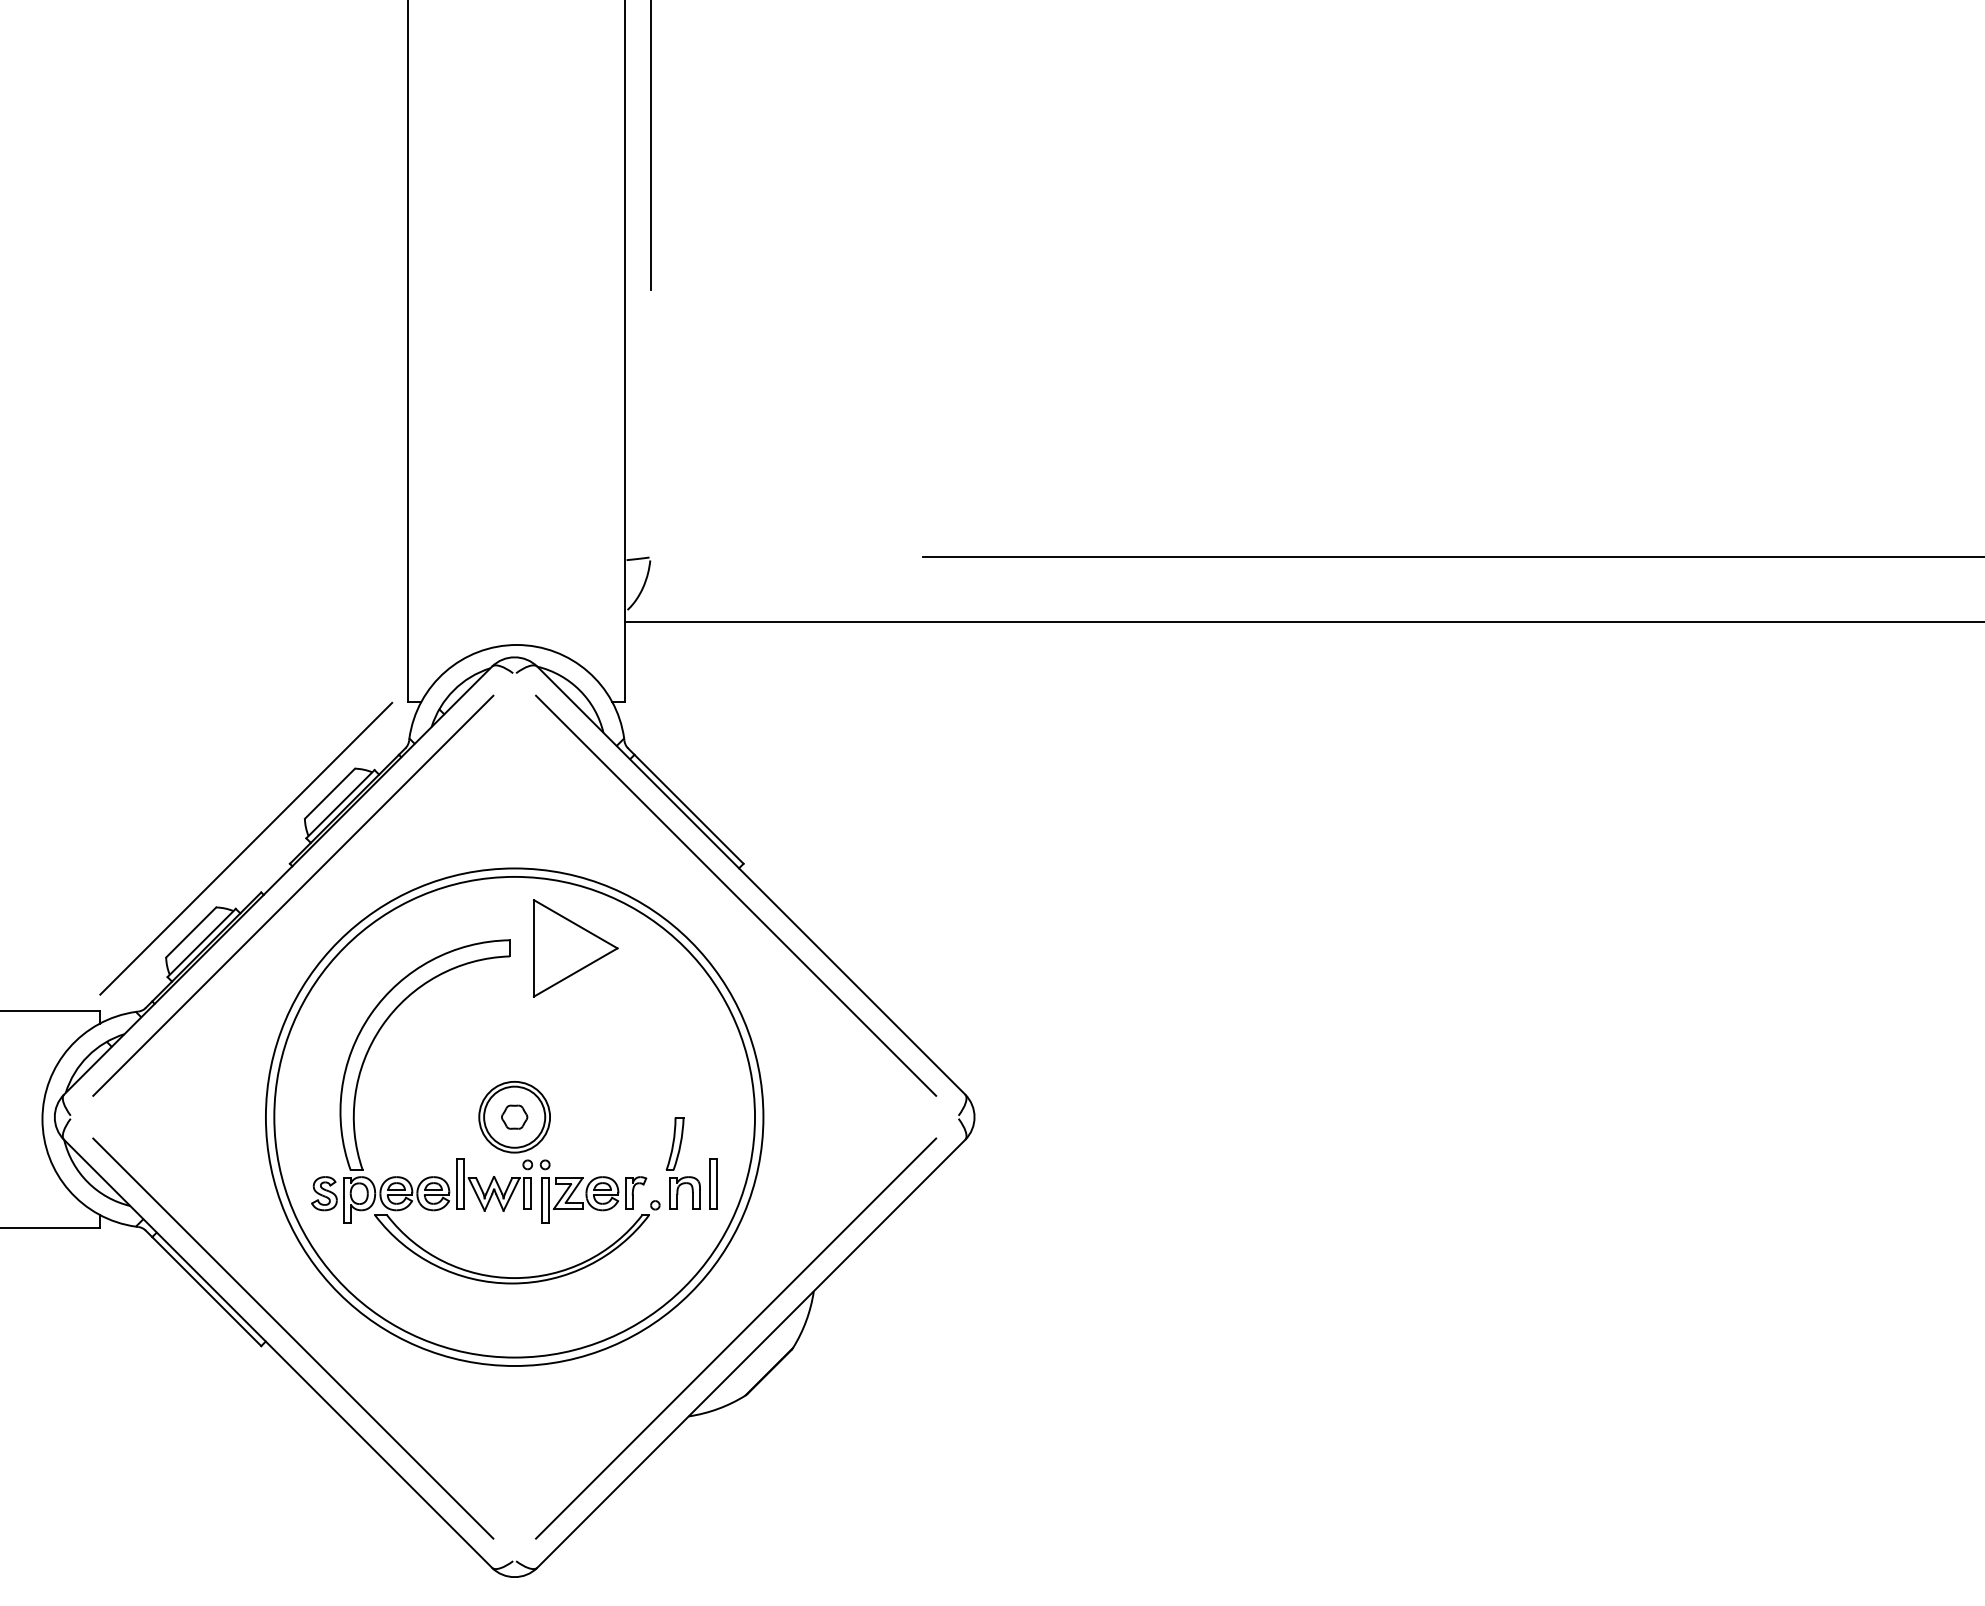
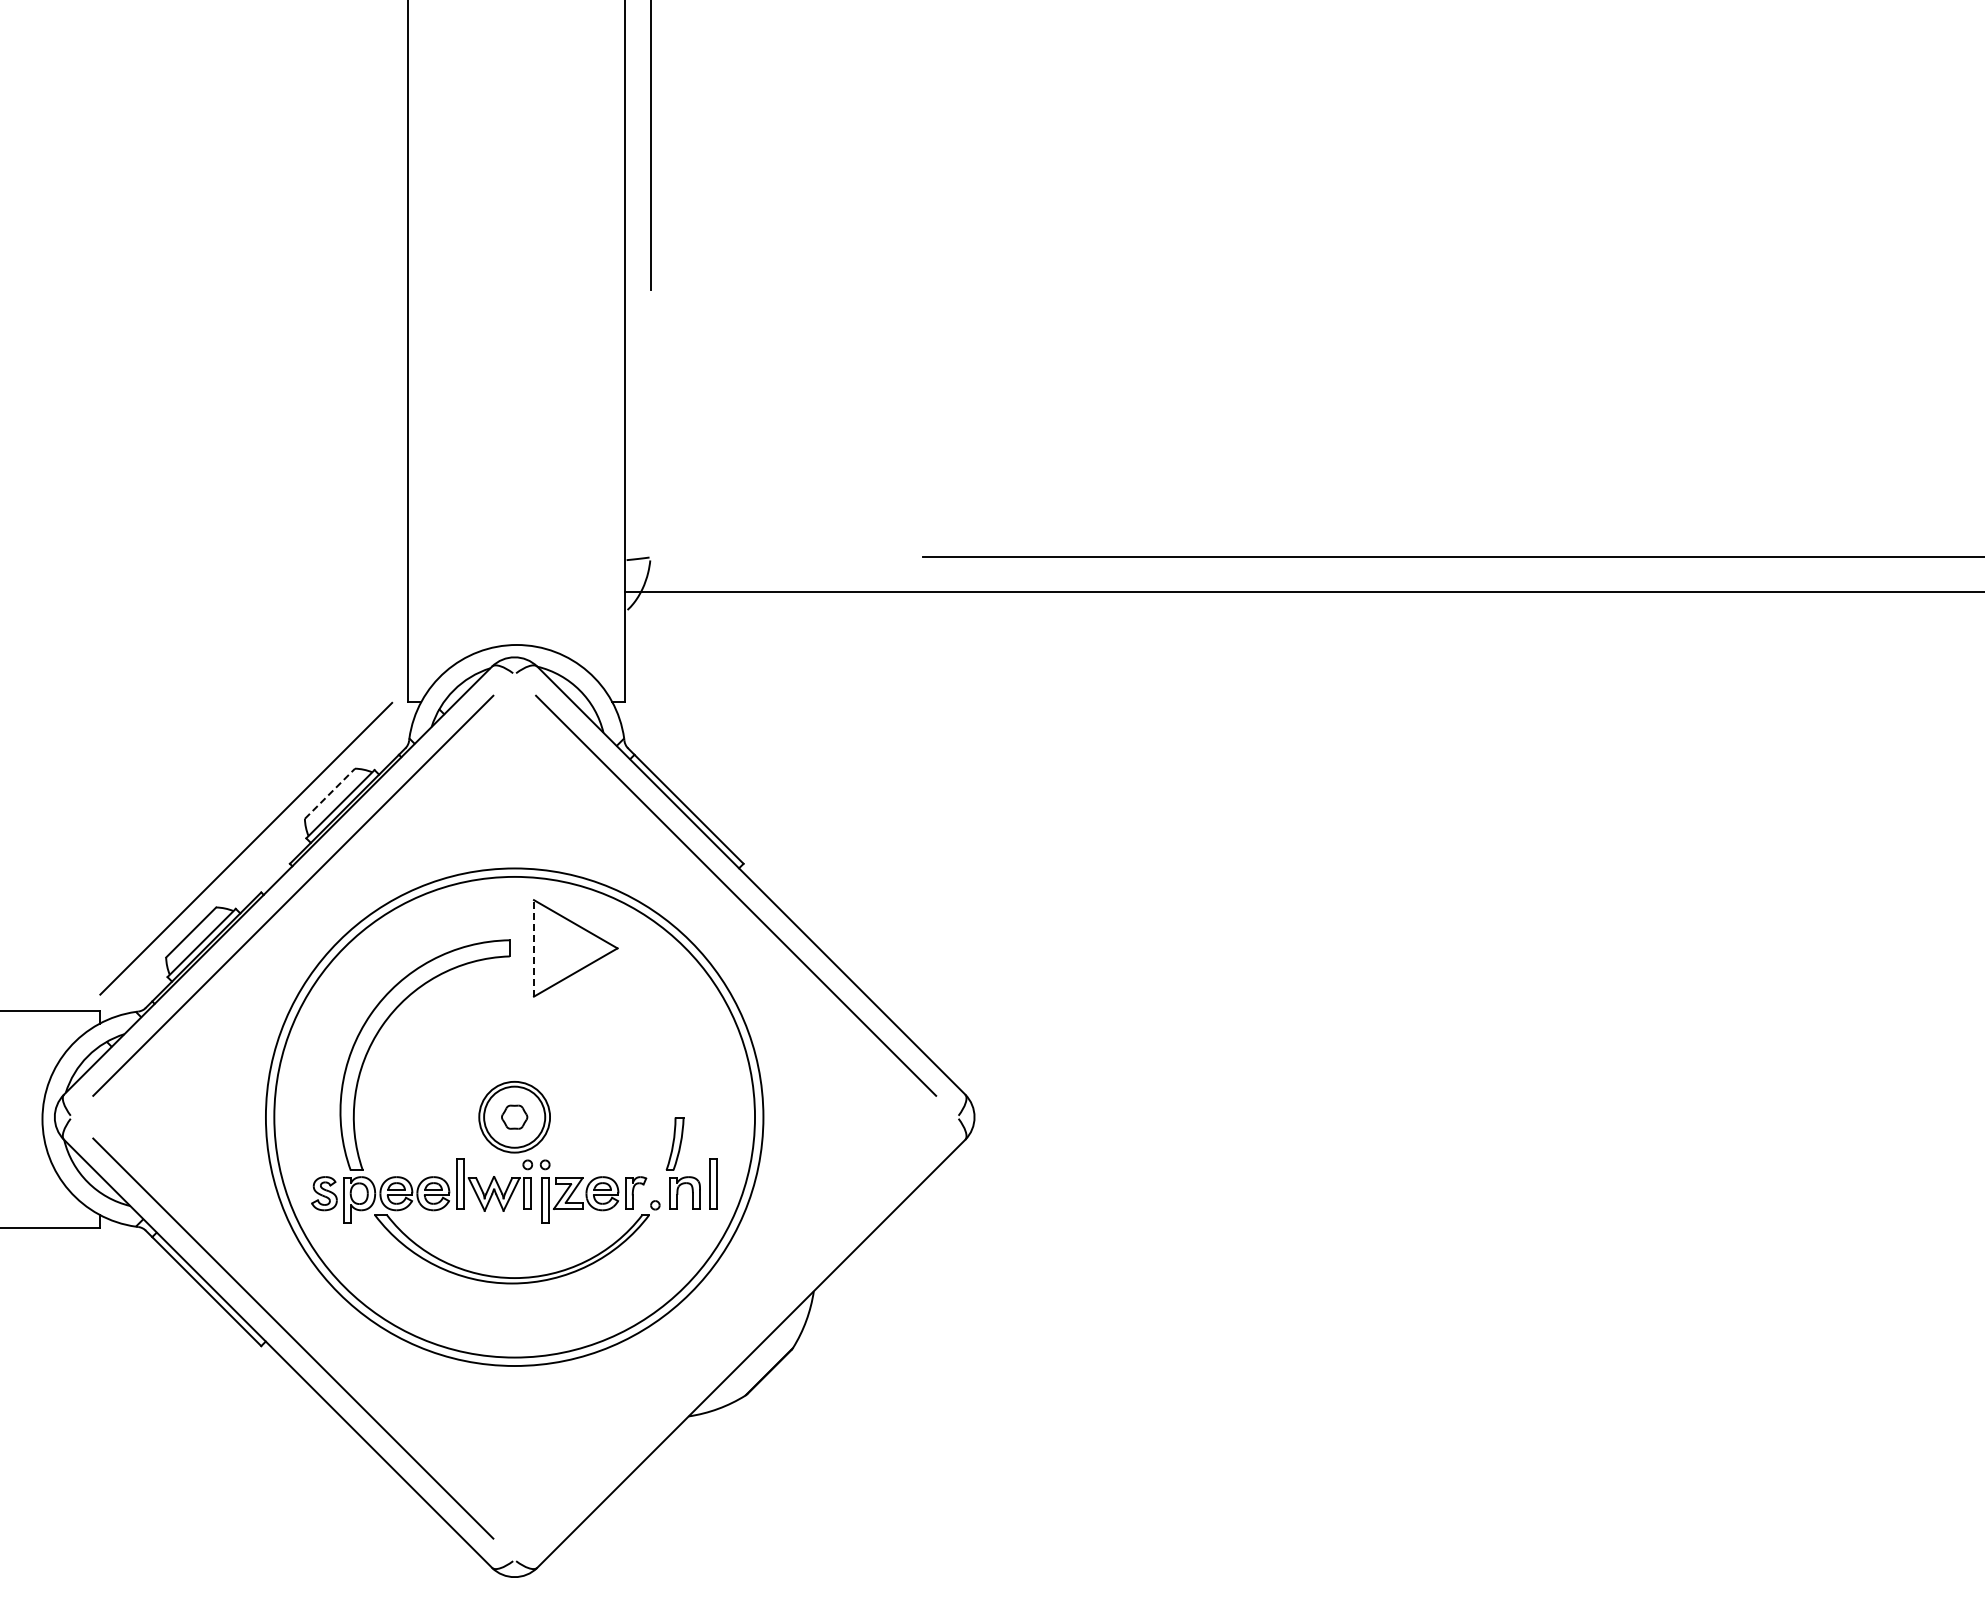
line at (1303, 621) position: (1303, 621) -> (1303, 591)
line at (330, 793): solid -> dashed
line at (533, 947): solid -> dashed
line at (736, 1338): present -> none
